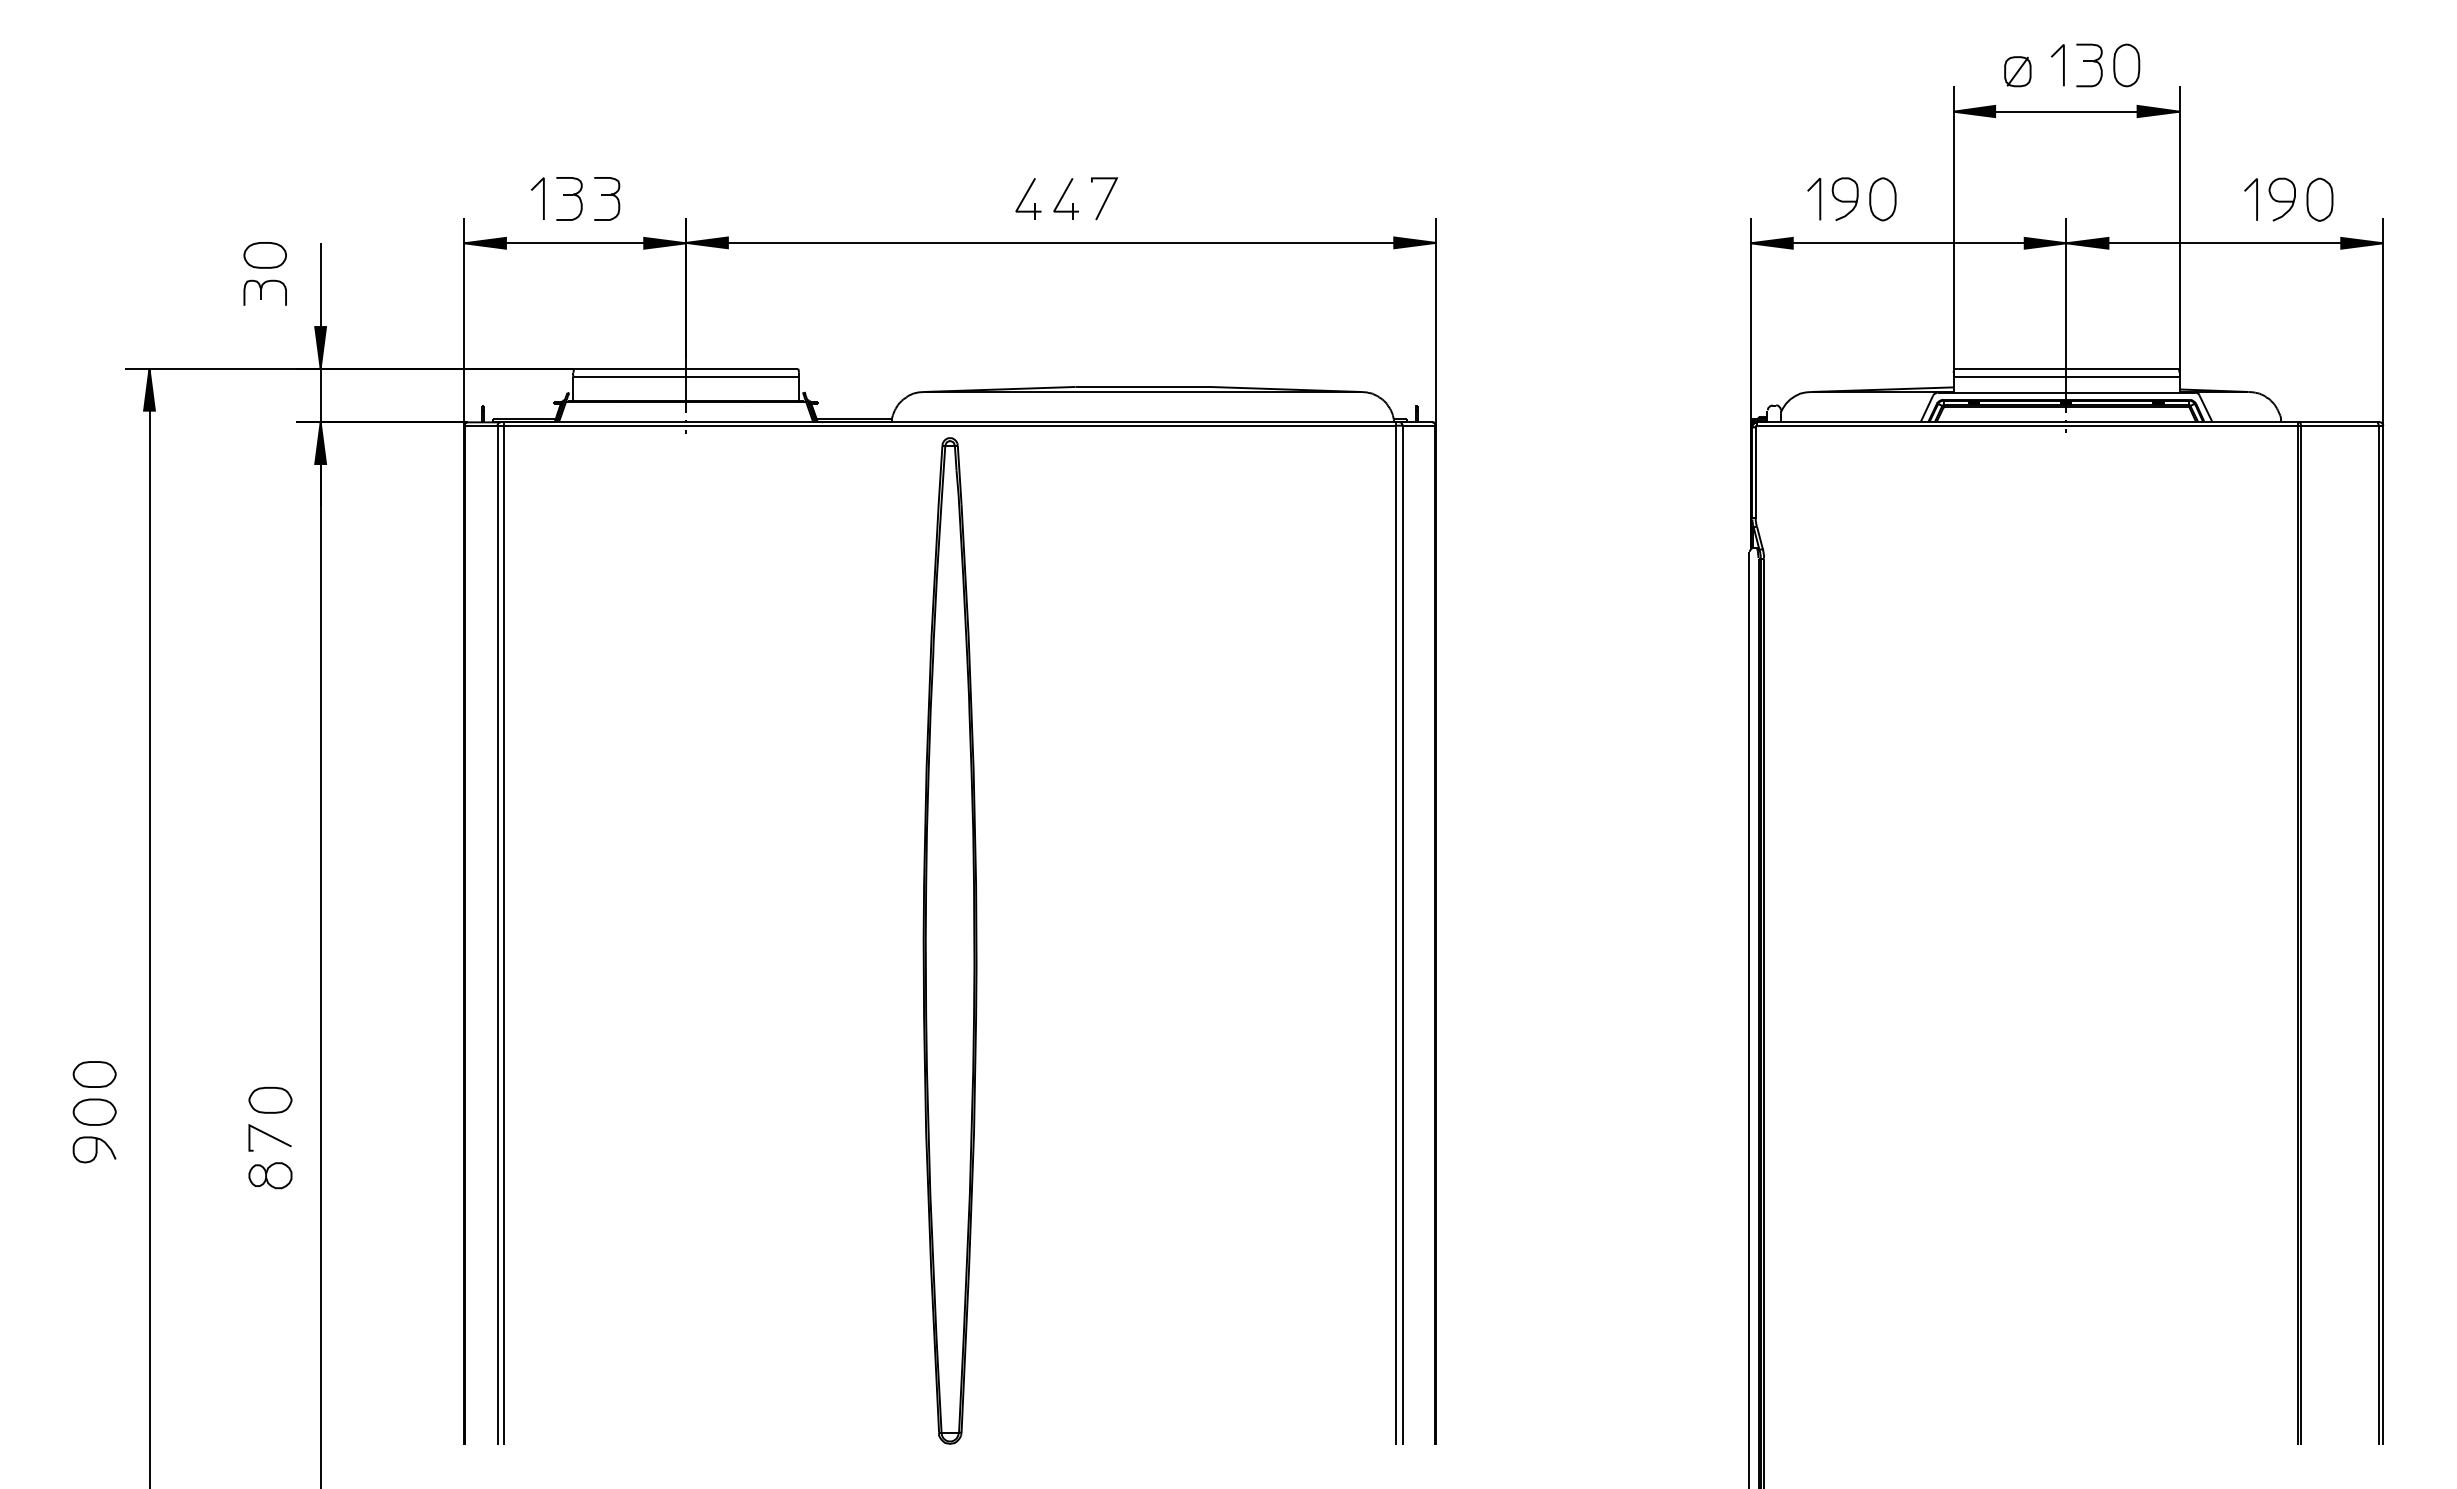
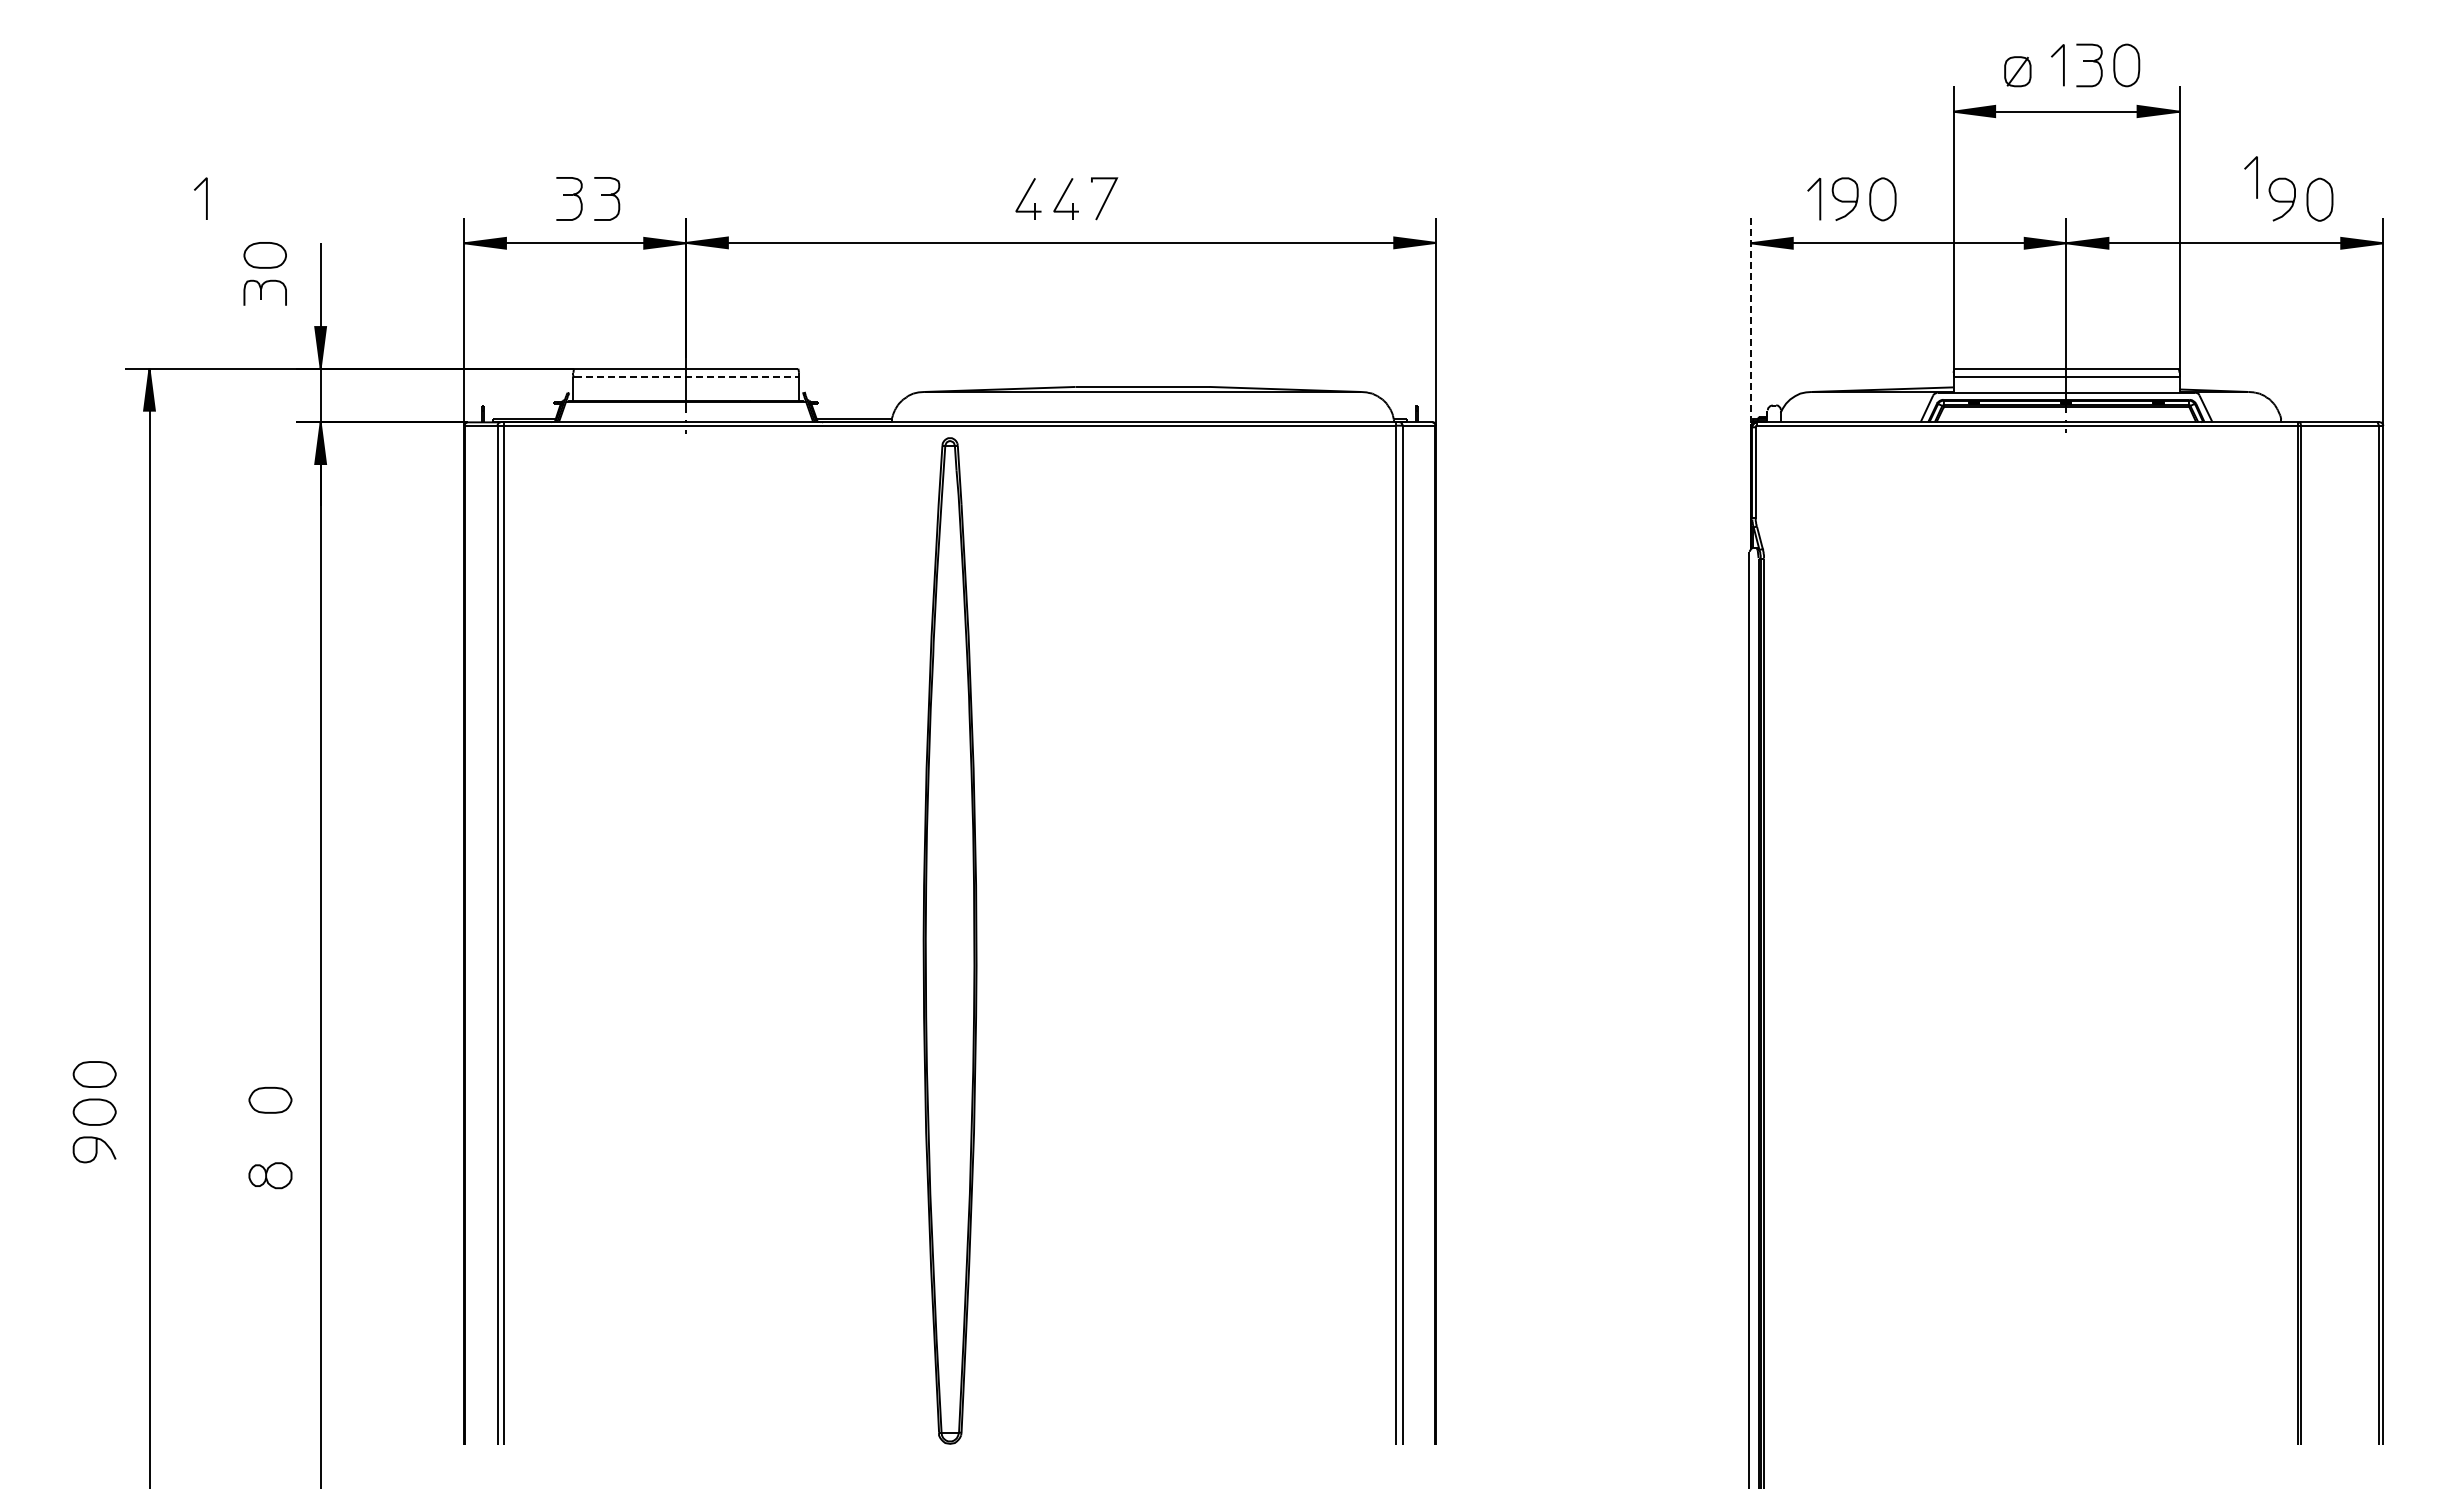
line at (543, 198) position: (543, 198) -> (206, 198)
line at (2256, 199) position: (2256, 199) -> (2256, 177)
line at (1750, 327): solid -> dashed
line at (687, 376): solid -> dashed
line at (269, 1136): present -> none
